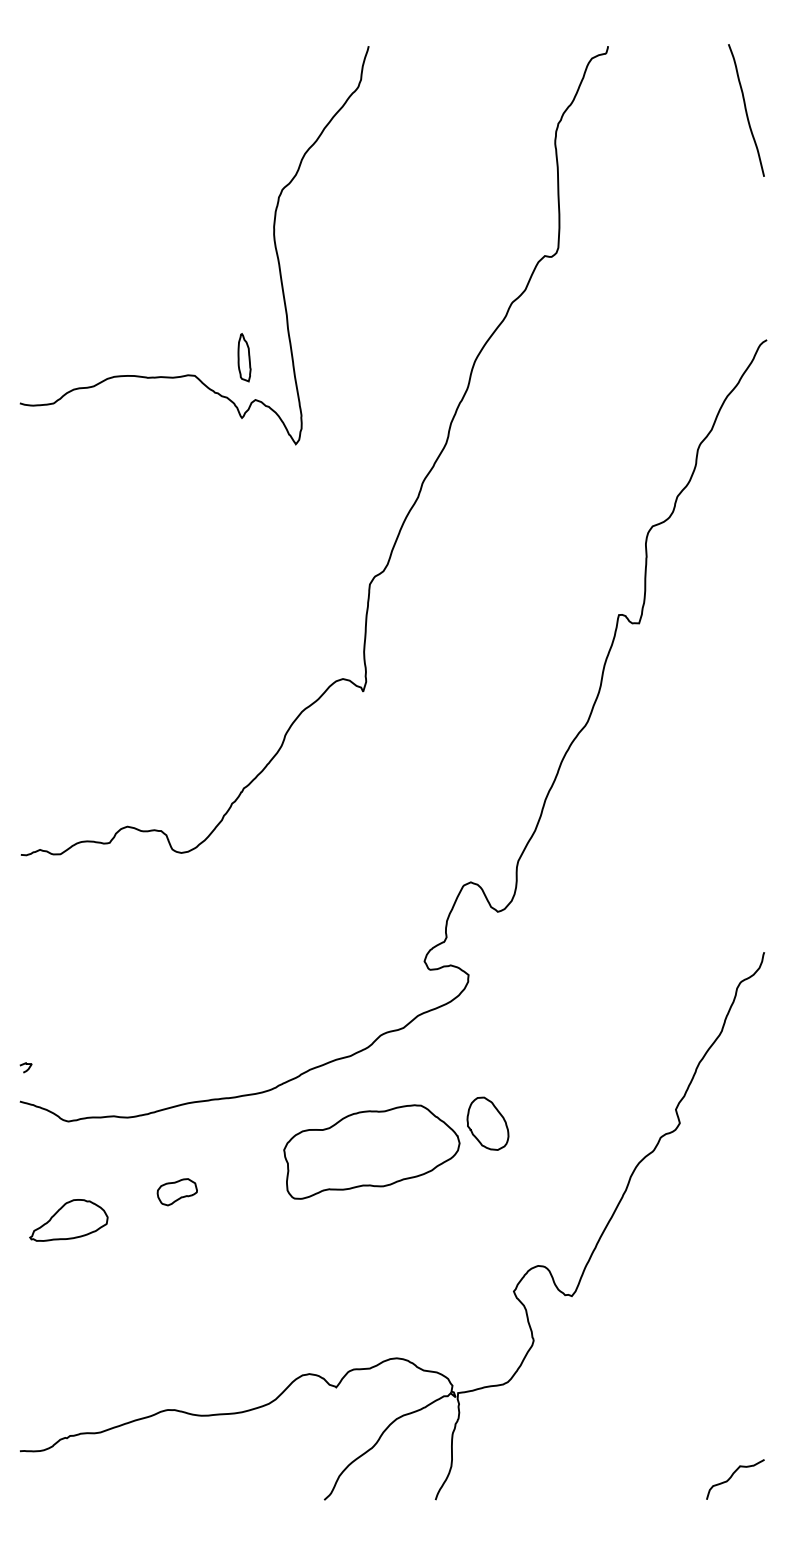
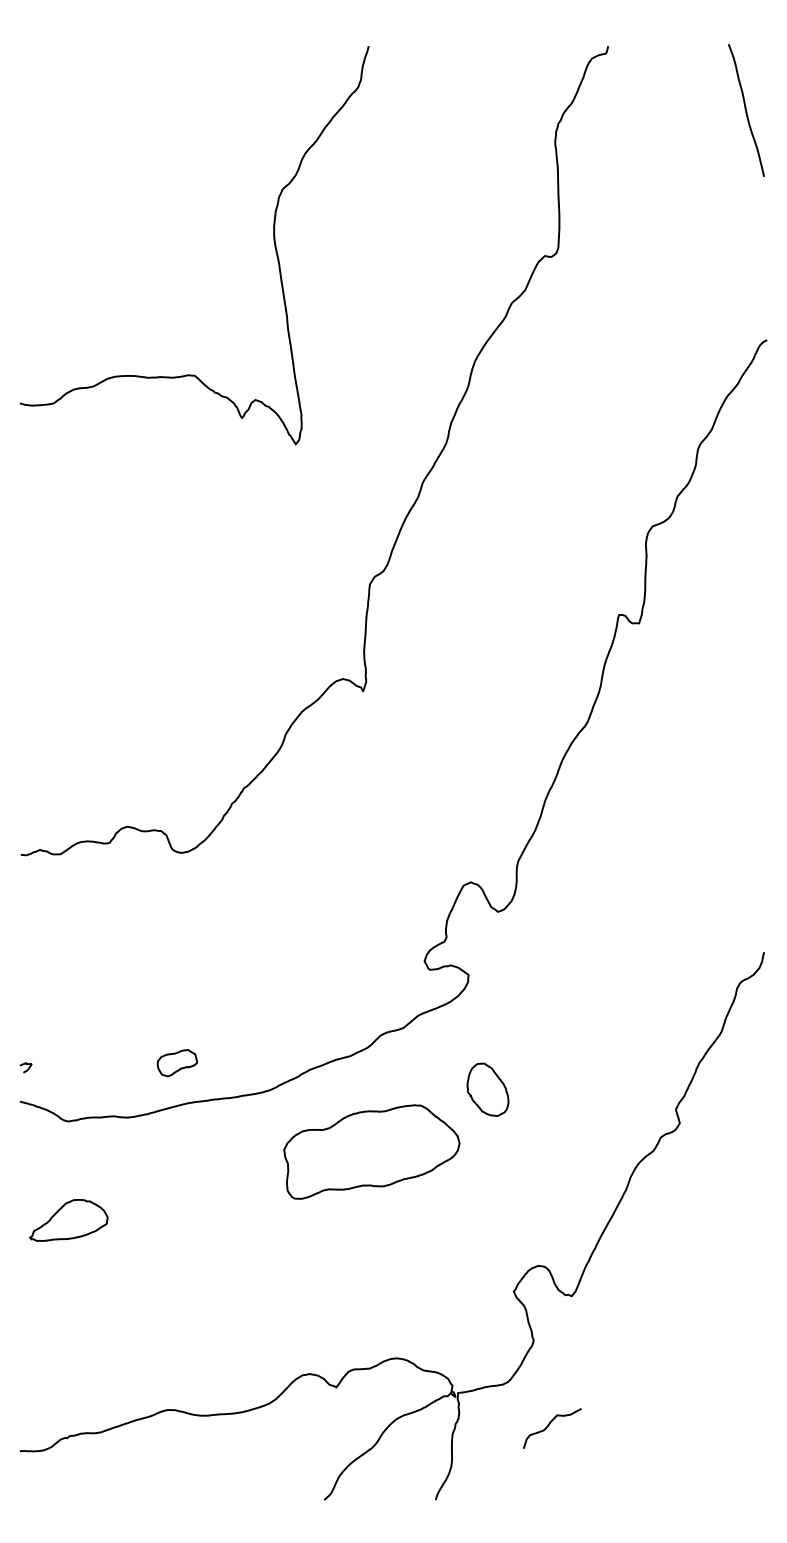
part at (244, 357): present -> none
part at (487, 1123) position: (487, 1123) -> (487, 1089)
part at (176, 1192) position: (176, 1192) -> (176, 1063)
curve at (732, 1476) position: (732, 1476) -> (549, 1425)
